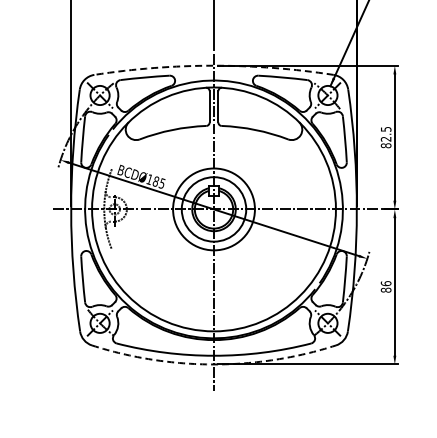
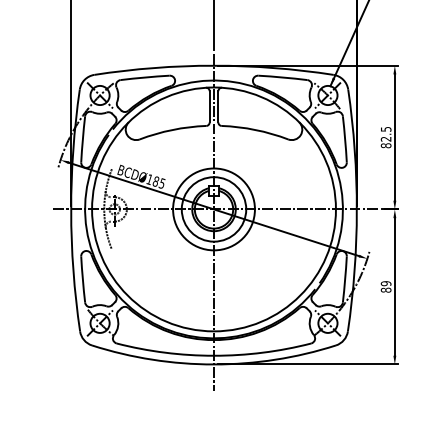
arc at (214, 65): dashed -> solid
text at (385, 283): 86 -> 89
arc at (214, 364): dashed -> solid
